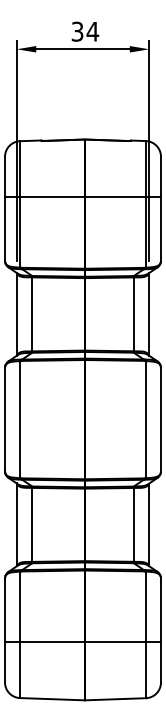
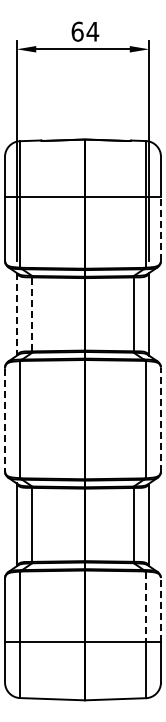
text at (77, 31): 34 -> 64
line at (160, 229): solid -> dashed
line at (31, 313): solid -> dashed
line at (16, 314): solid -> dashed
line at (160, 419): solid -> dashed
line at (5, 420): solid -> dashed
line at (145, 607): solid -> dashed
line at (160, 609): solid -> dashed
